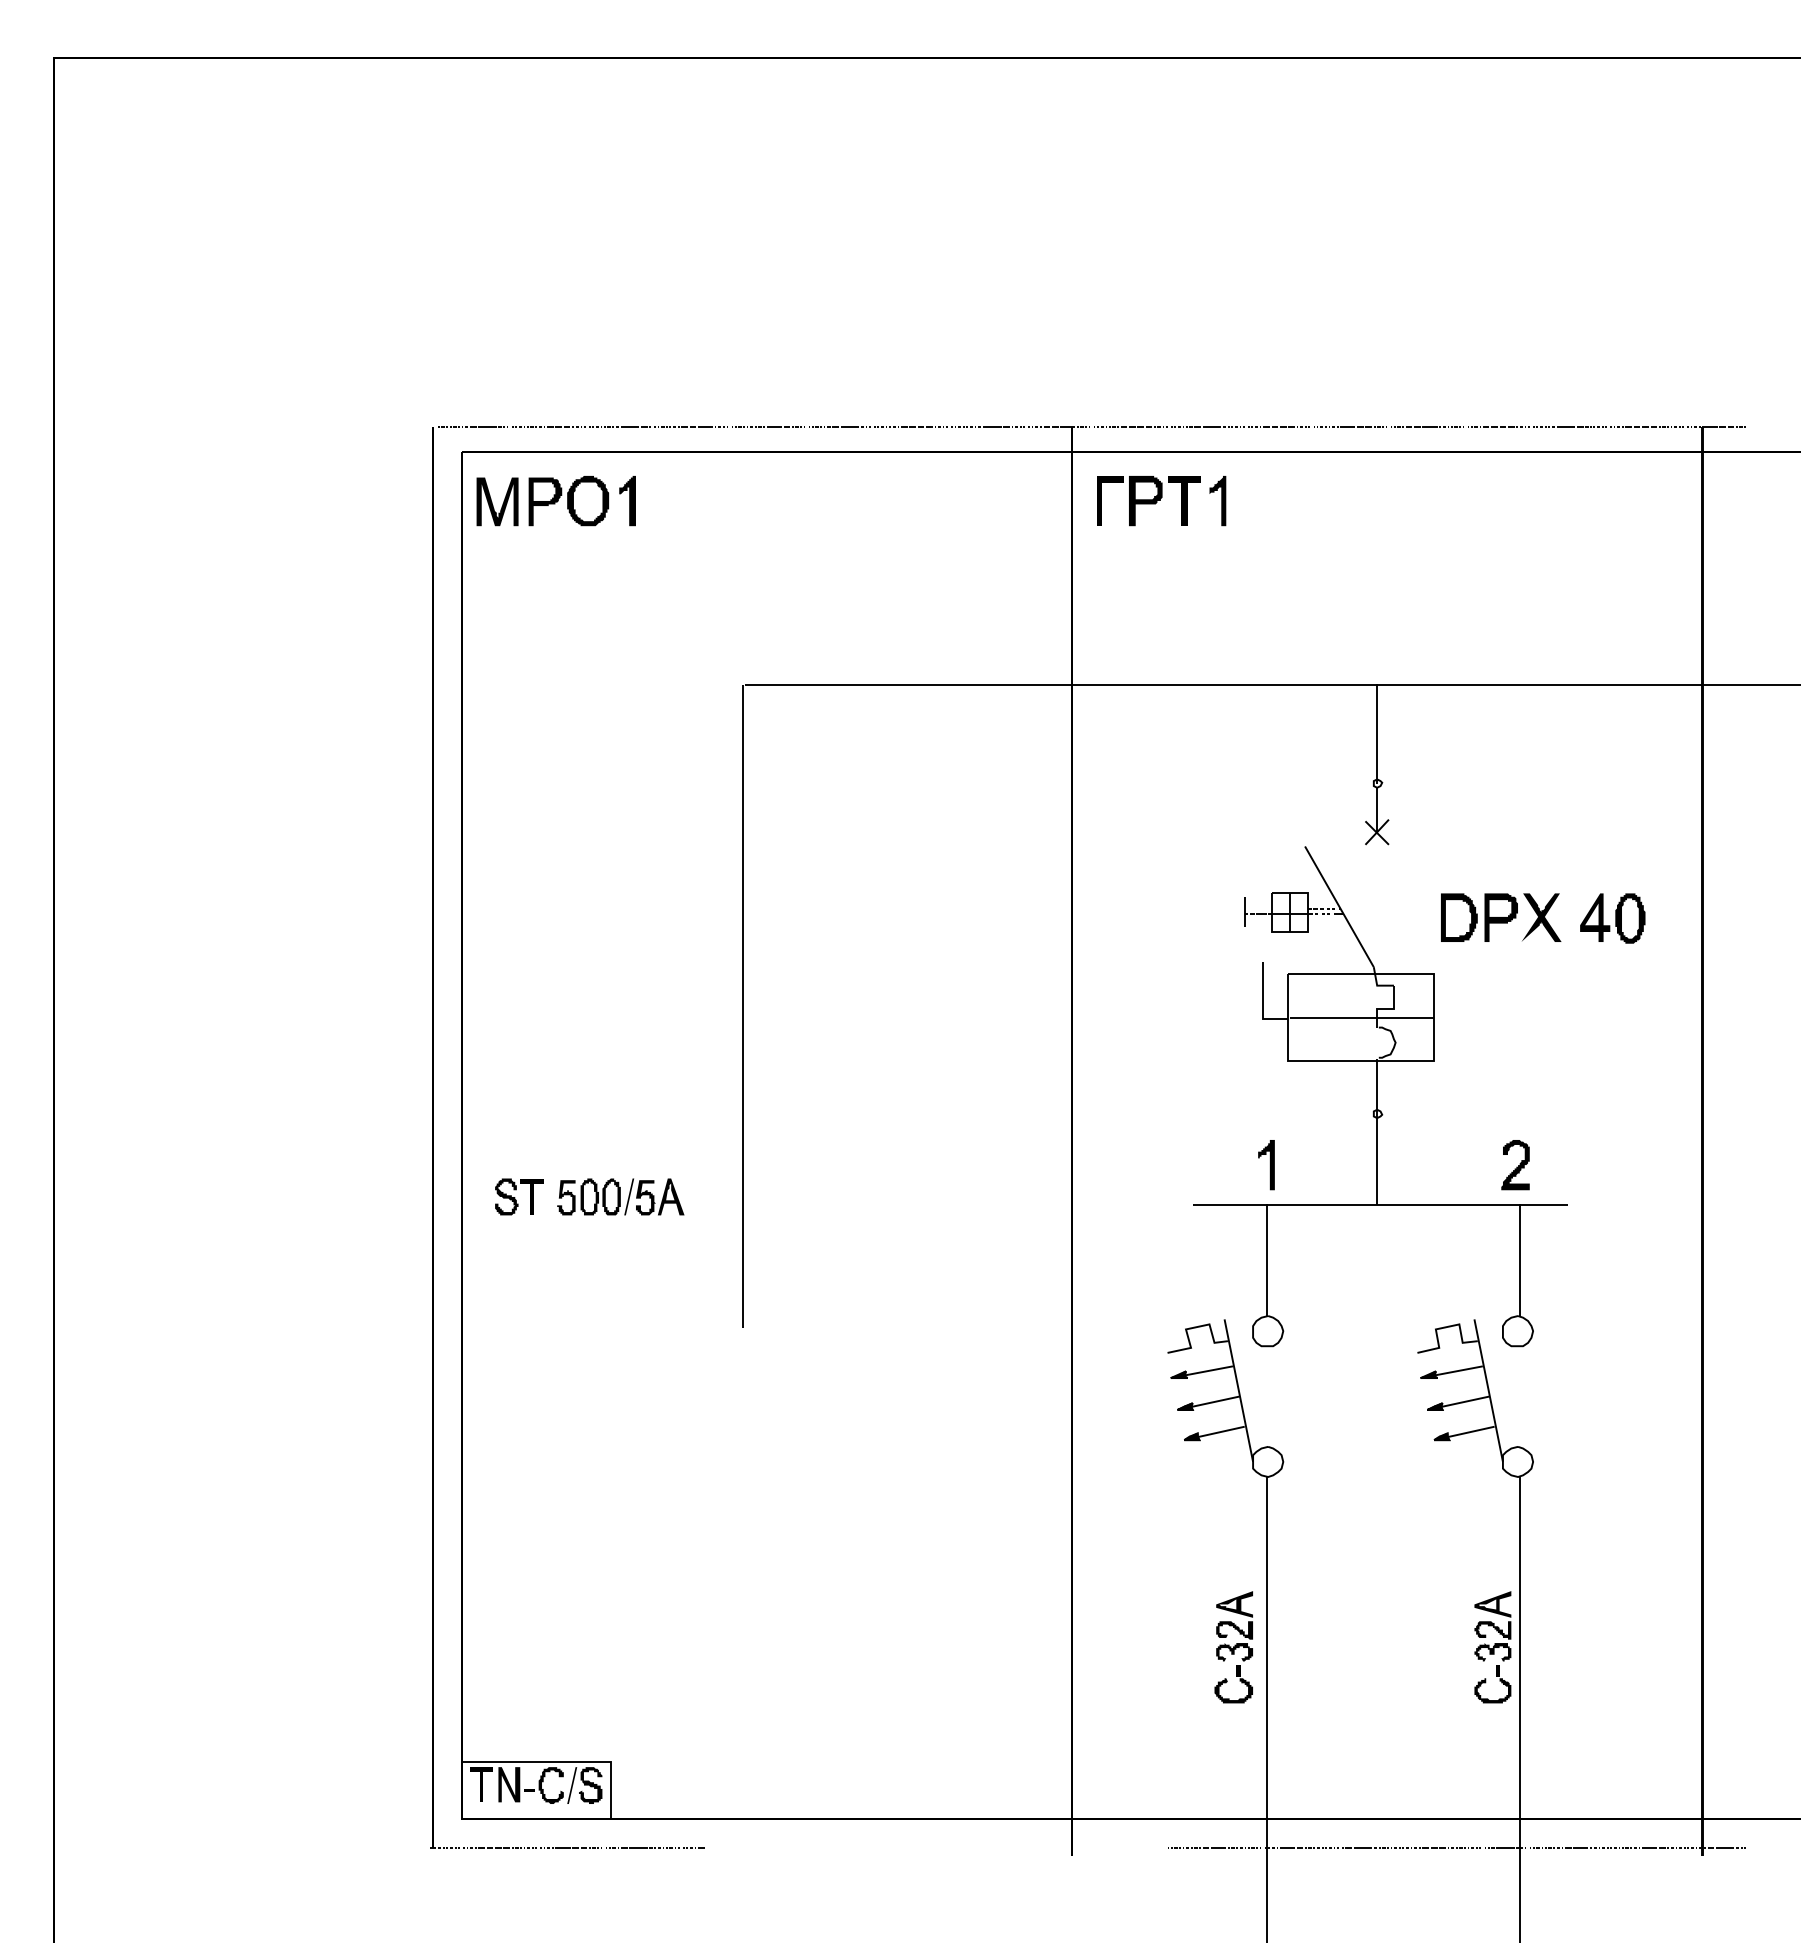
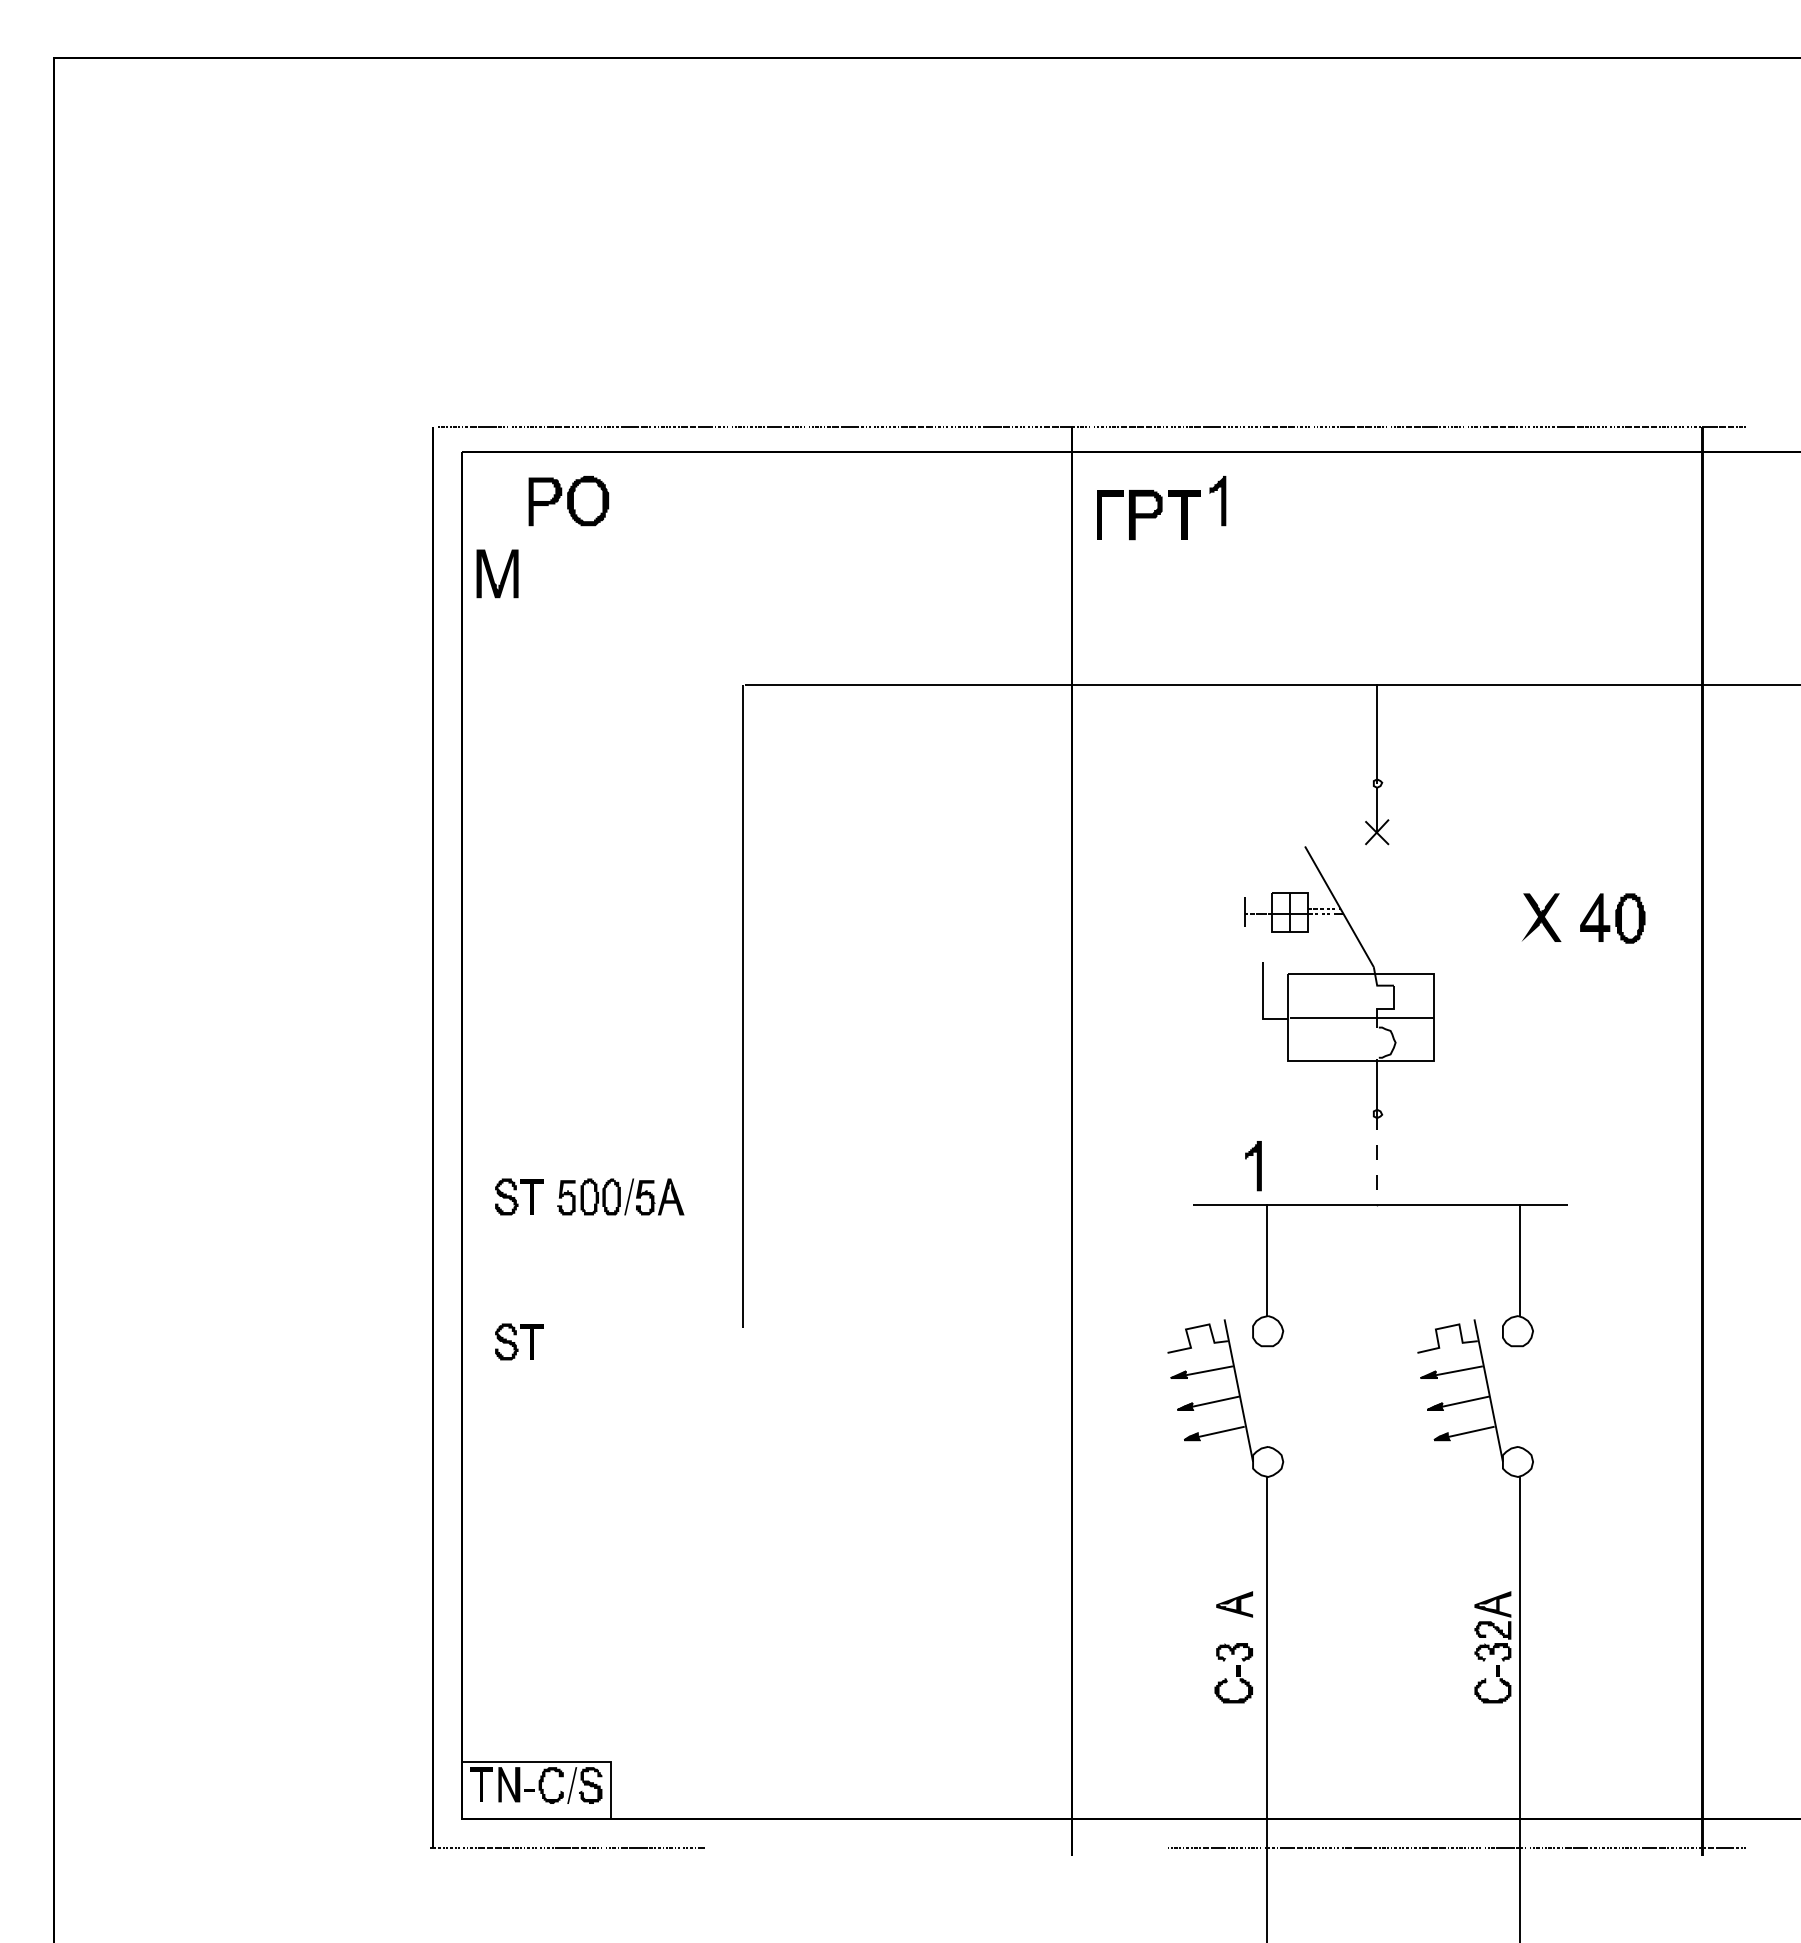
fill at (627, 500): present -> none
part at (497, 501) position: (497, 501) -> (497, 573)
part at (1148, 501) position: (1148, 501) -> (1148, 515)
part at (1479, 917): present -> none
line at (1377, 1160): solid -> dashed
part at (1266, 1165) position: (1266, 1165) -> (1253, 1166)
part at (1515, 1165): present -> none
part at (519, 1341): none -> present
fill at (1234, 1630): present -> none
